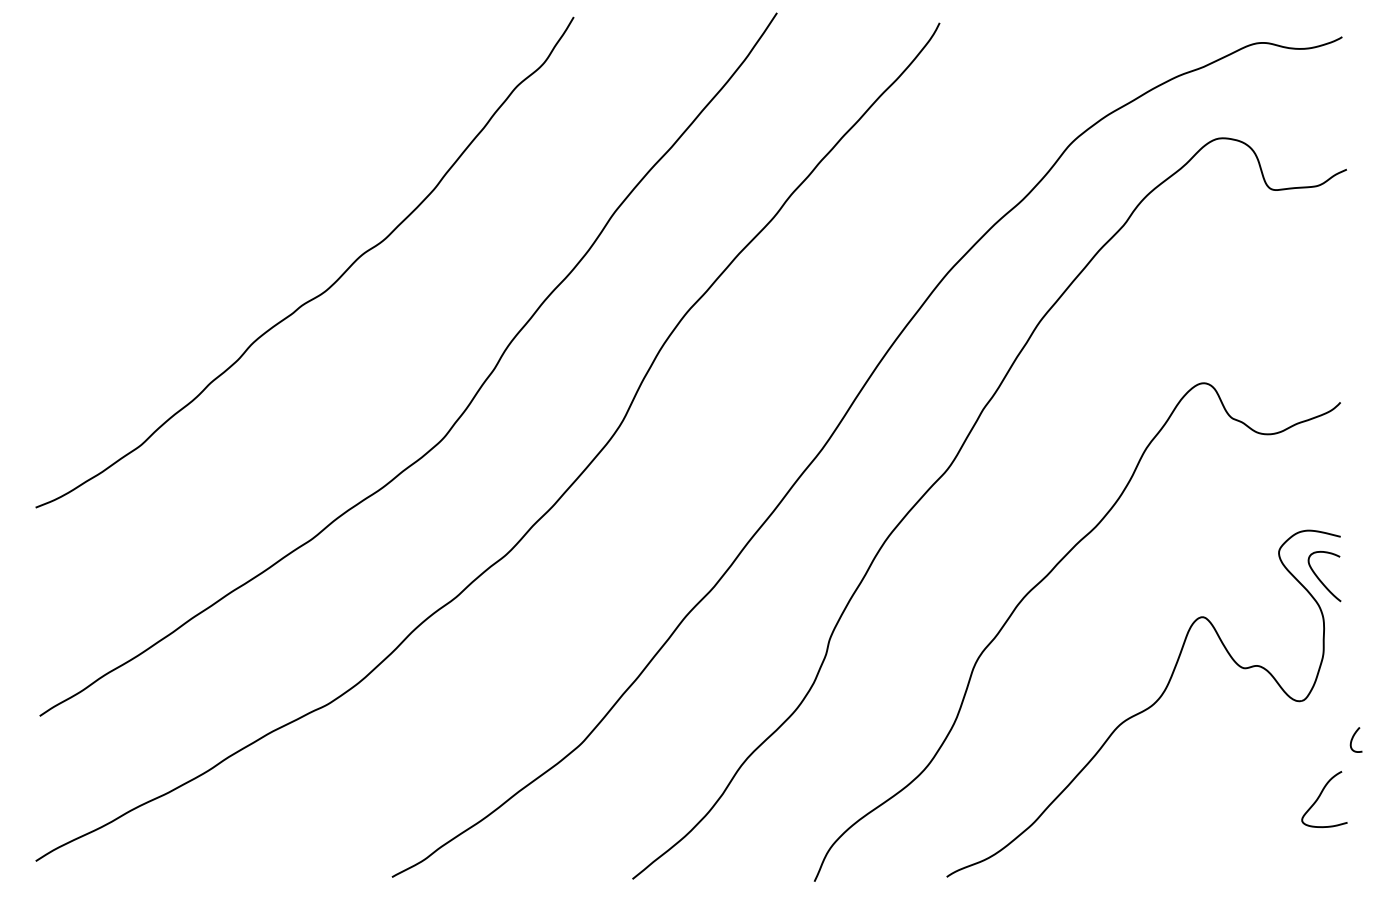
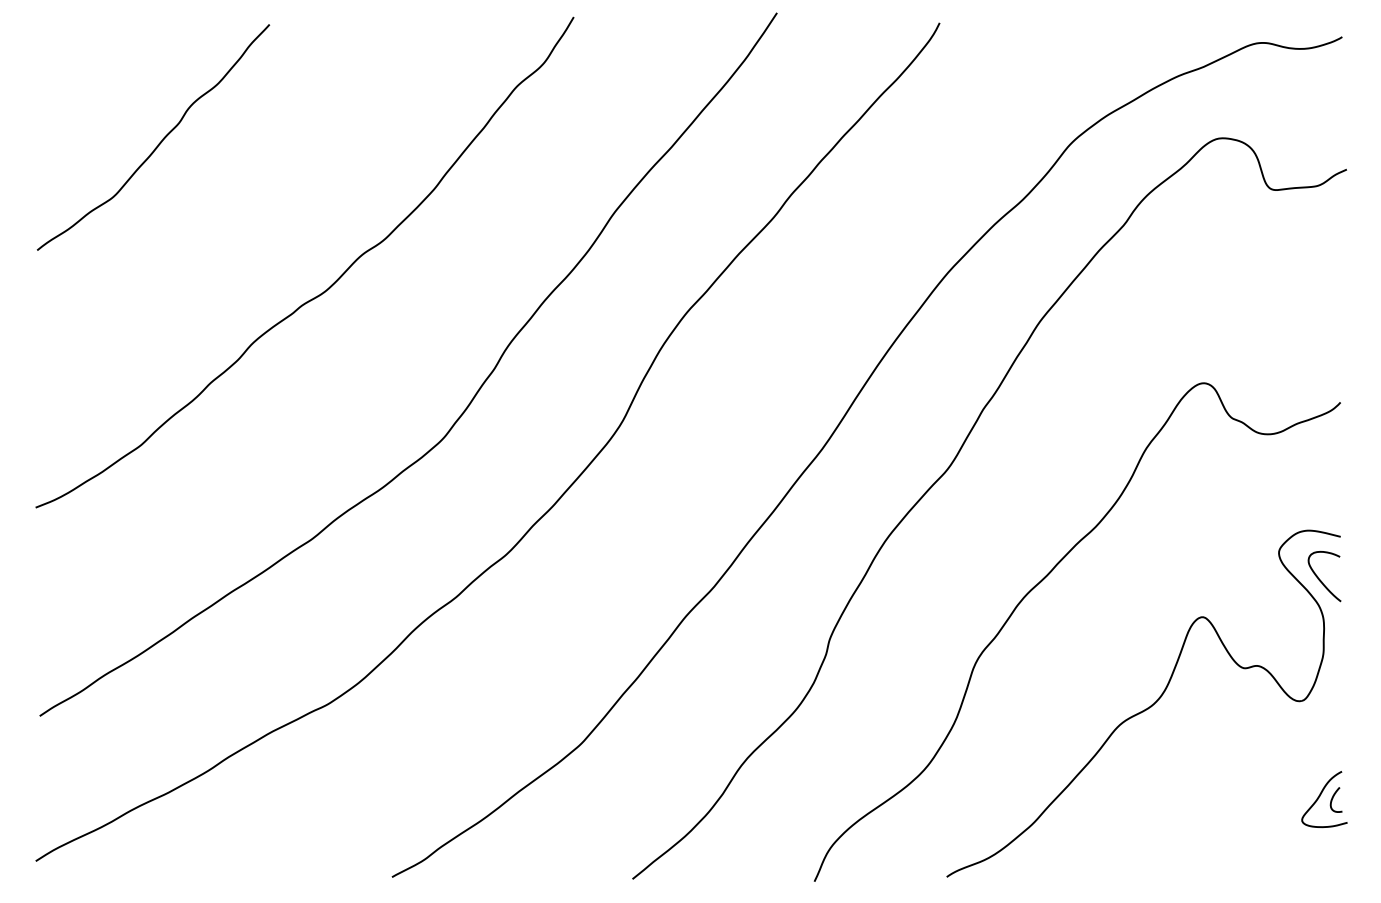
curve at (159, 142): none -> present
curve at (1353, 738) position: (1353, 738) -> (1333, 798)
